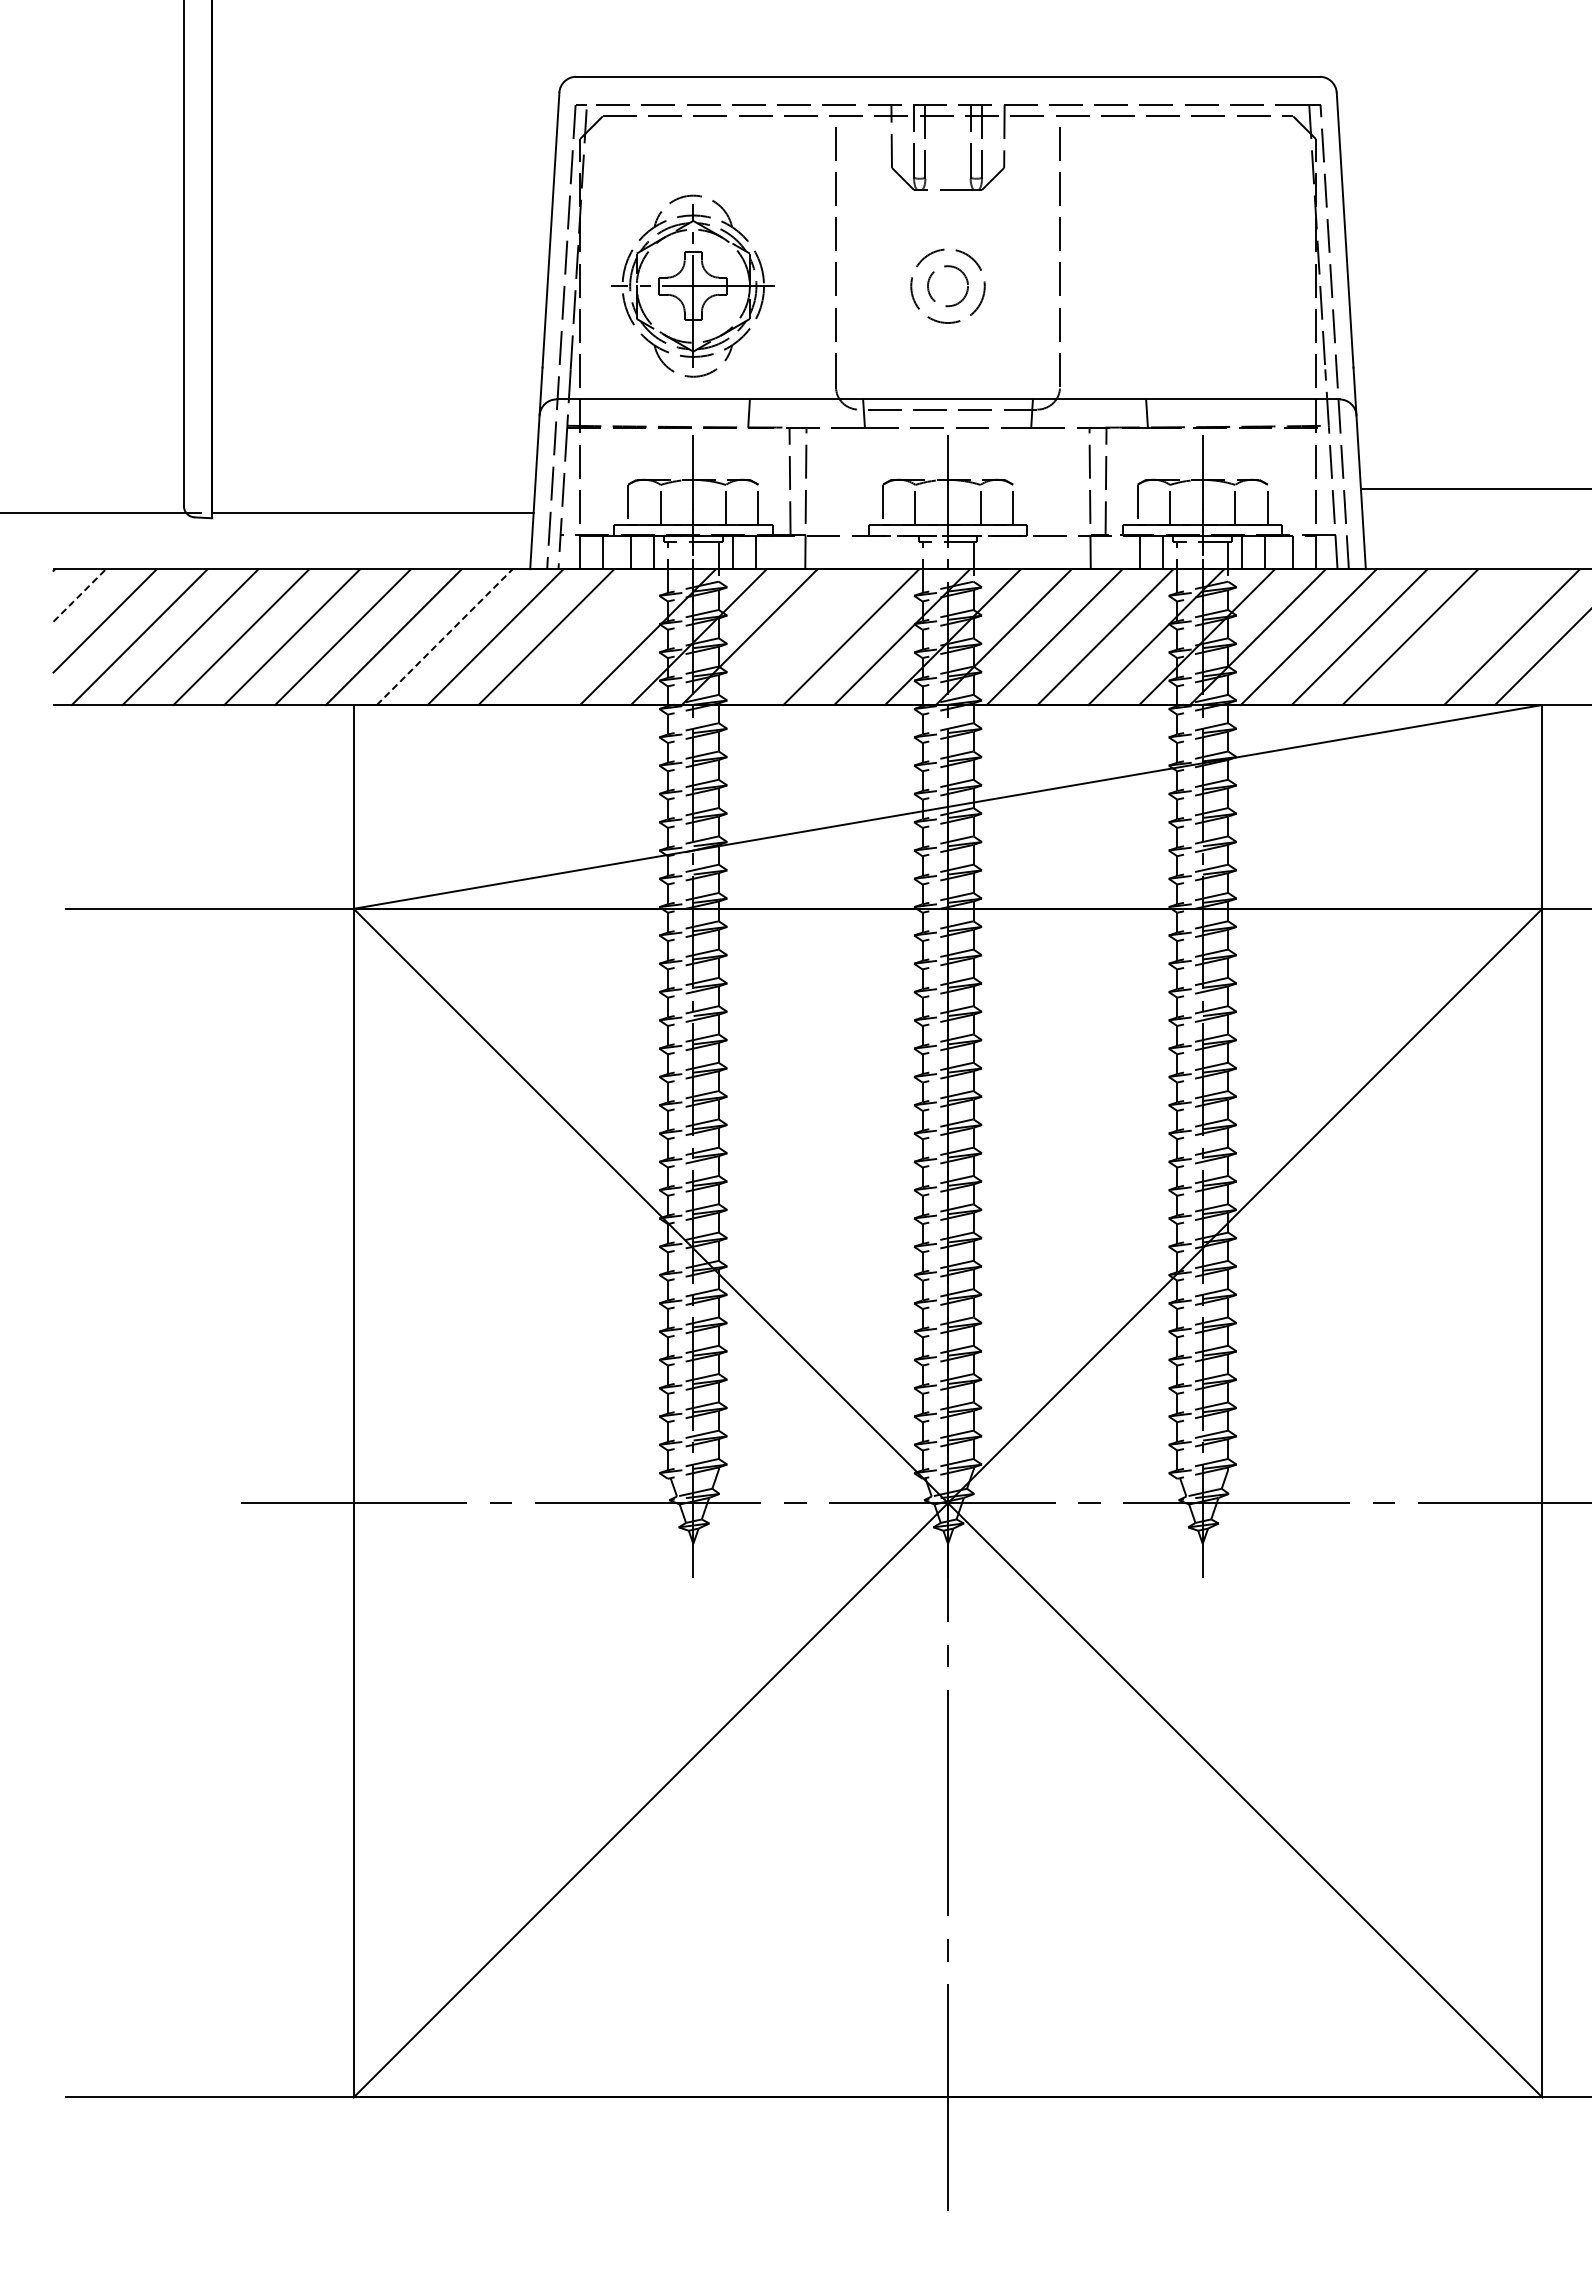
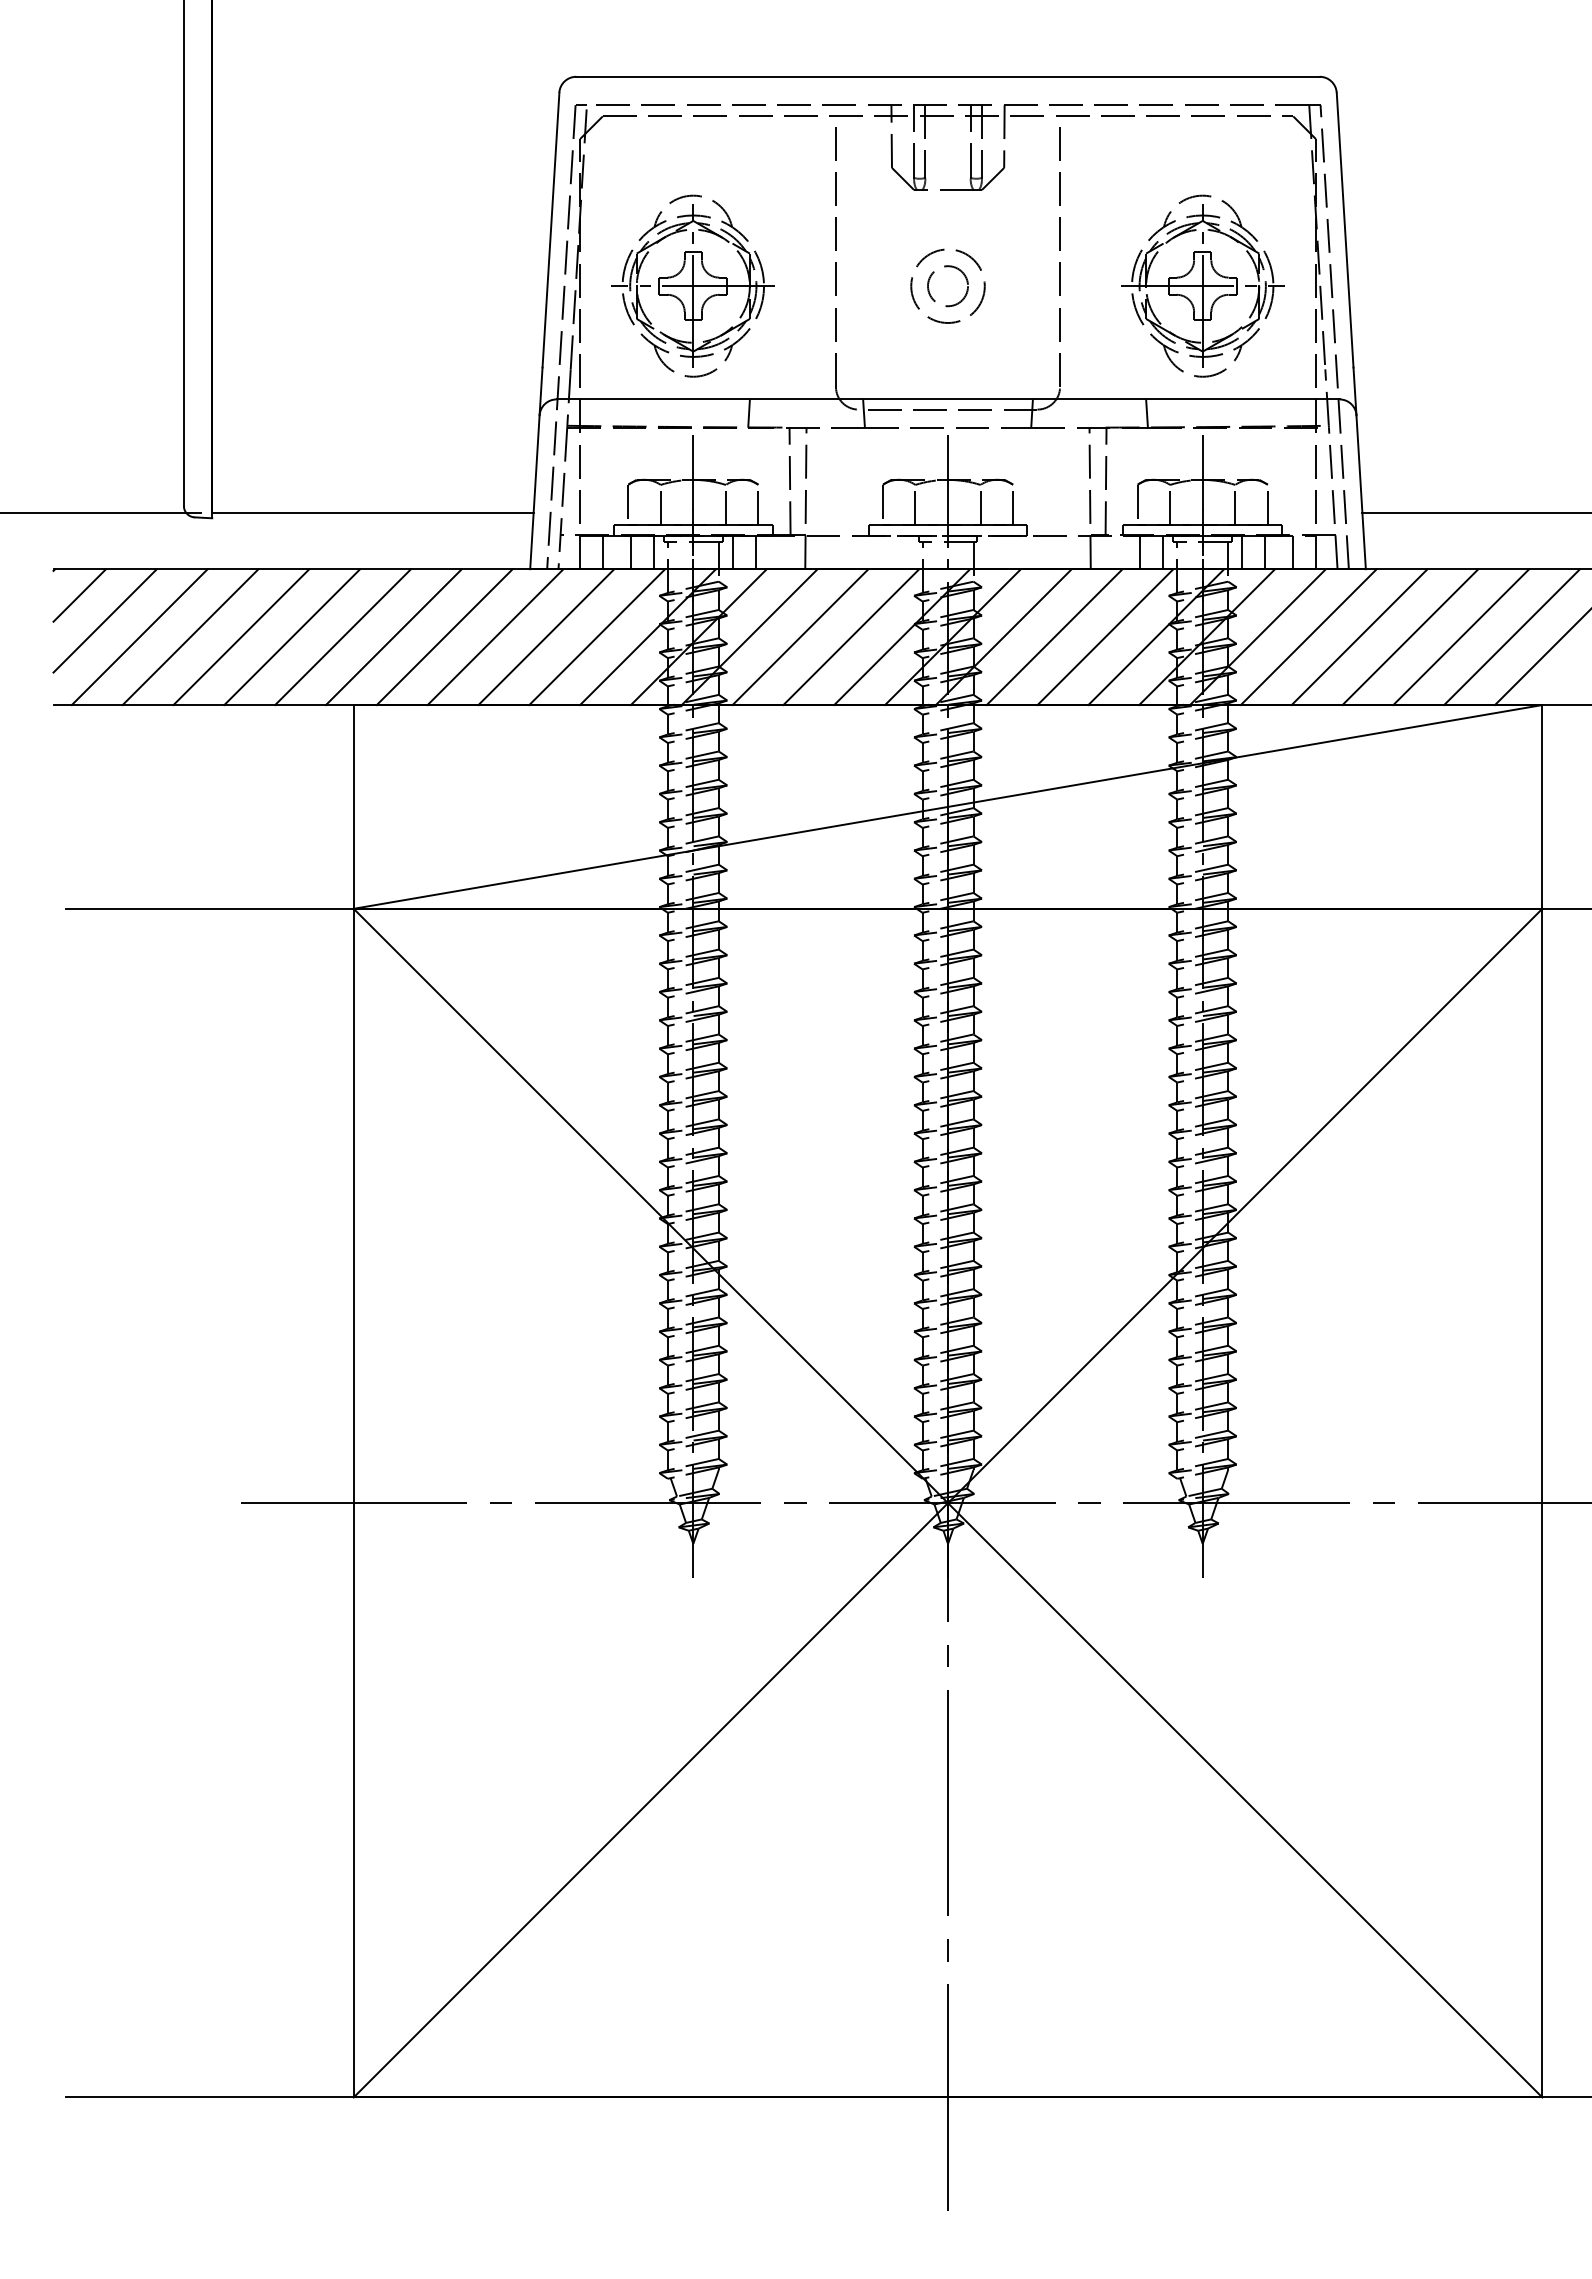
part at (1202, 285): none -> present
line at (1475, 488) position: (1475, 488) -> (1475, 512)
line at (80, 595): dashed -> solid
line at (445, 636): dashed -> solid
line at (597, 637): none -> present
line at (800, 637): none -> present
line at (1461, 637): none -> present
